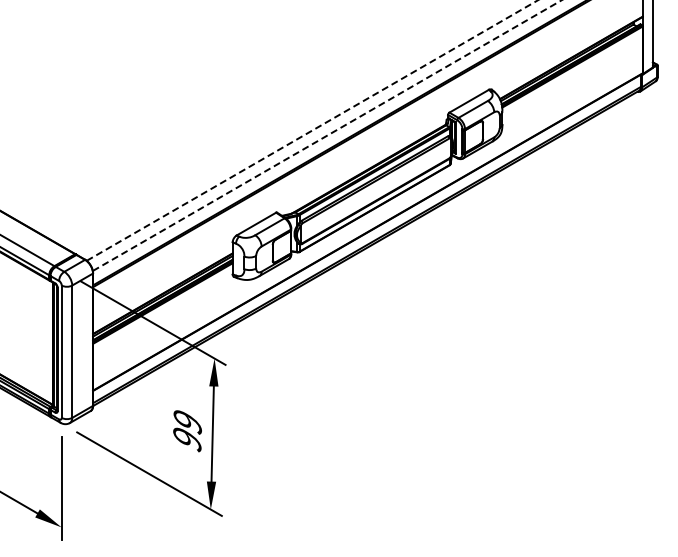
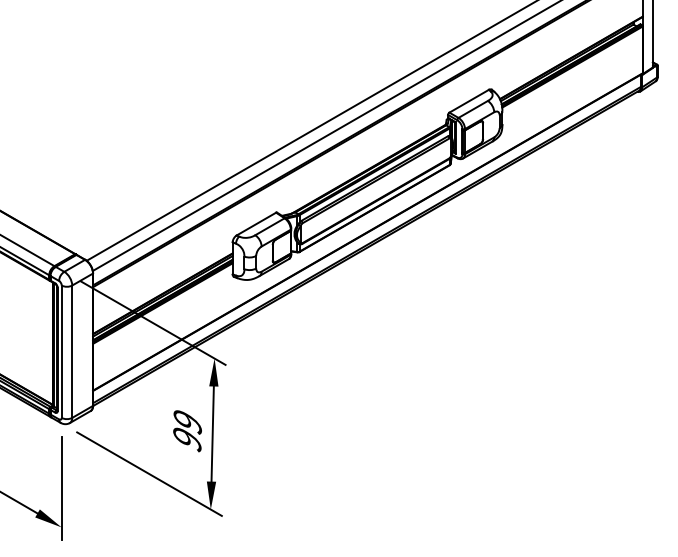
line at (312, 130): dashed -> solid
line at (327, 135): dashed -> solid
